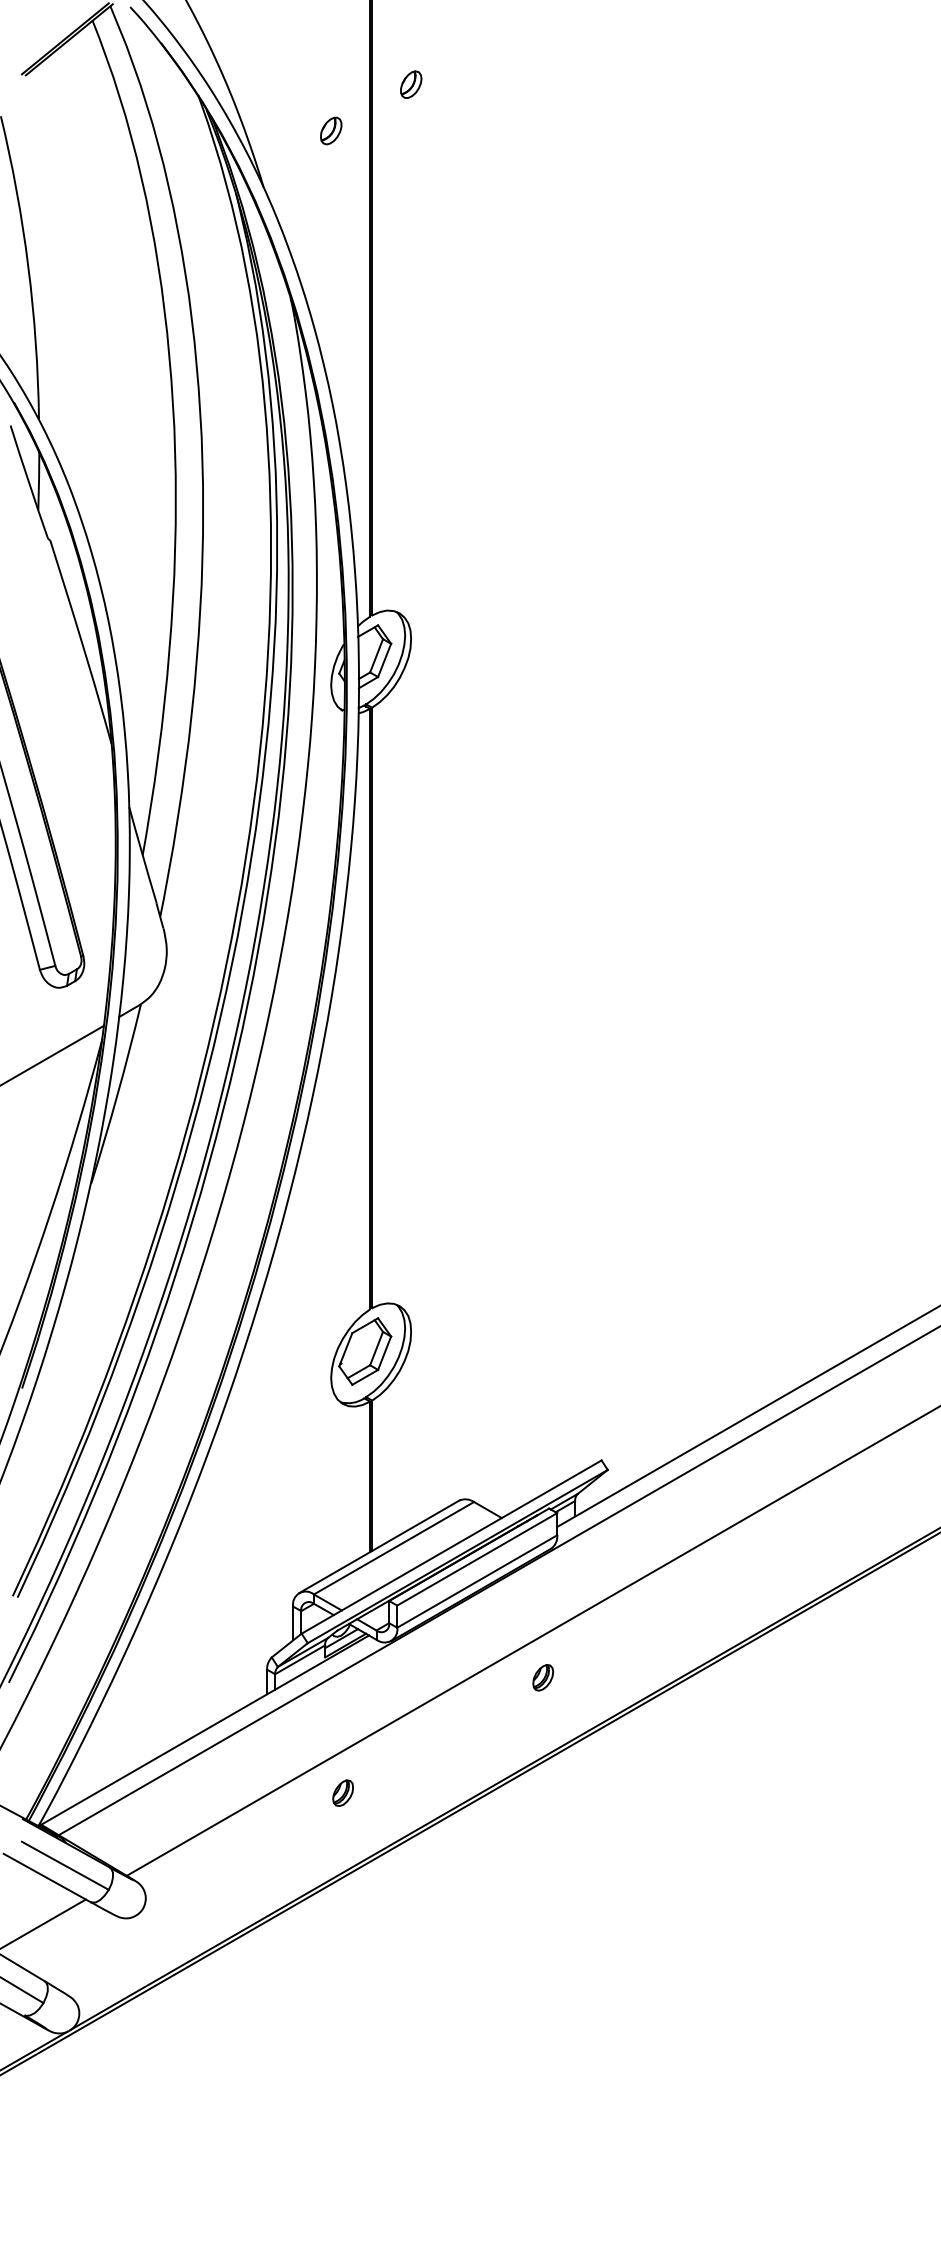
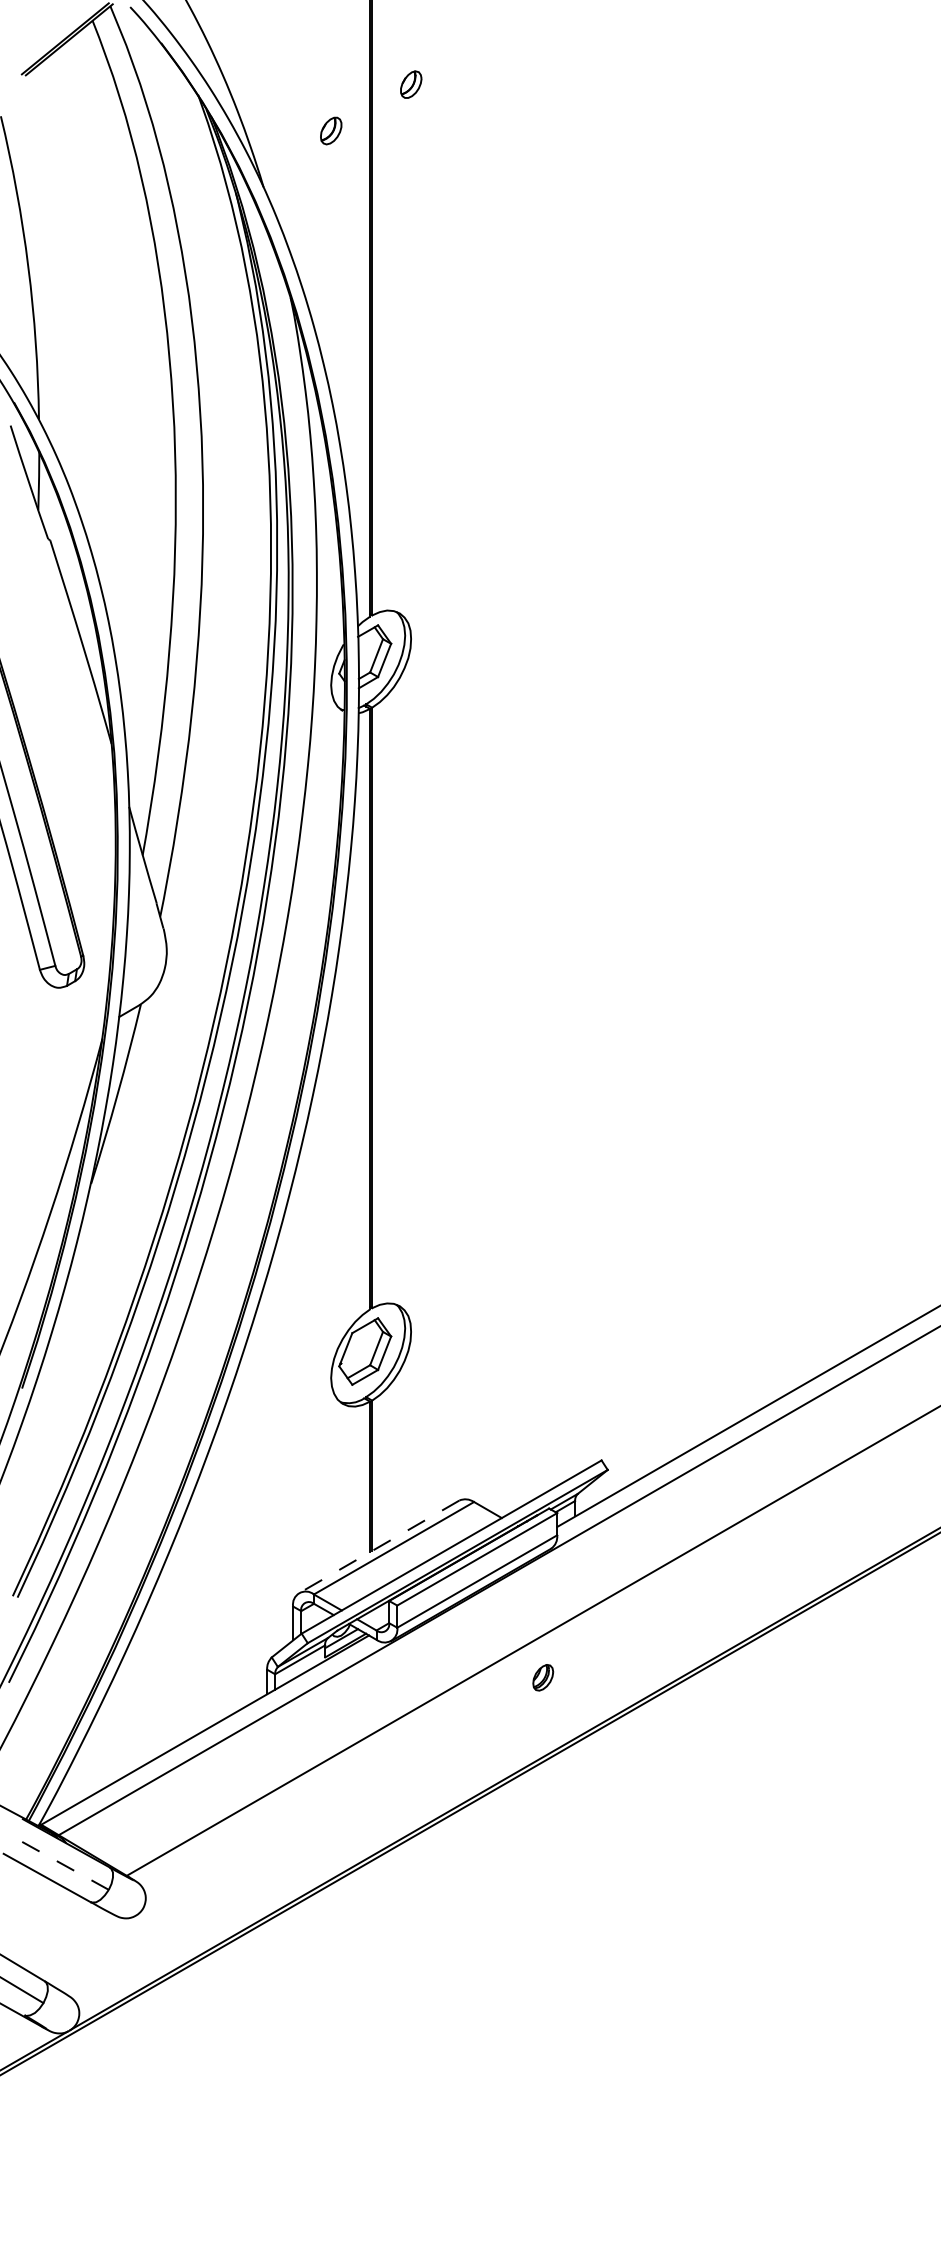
line at (52, 1054): present -> none
line at (378, 1547): solid -> dashed
part at (342, 1792): present -> none
line at (65, 1865): solid -> dashed
line at (43, 1923): present -> none
